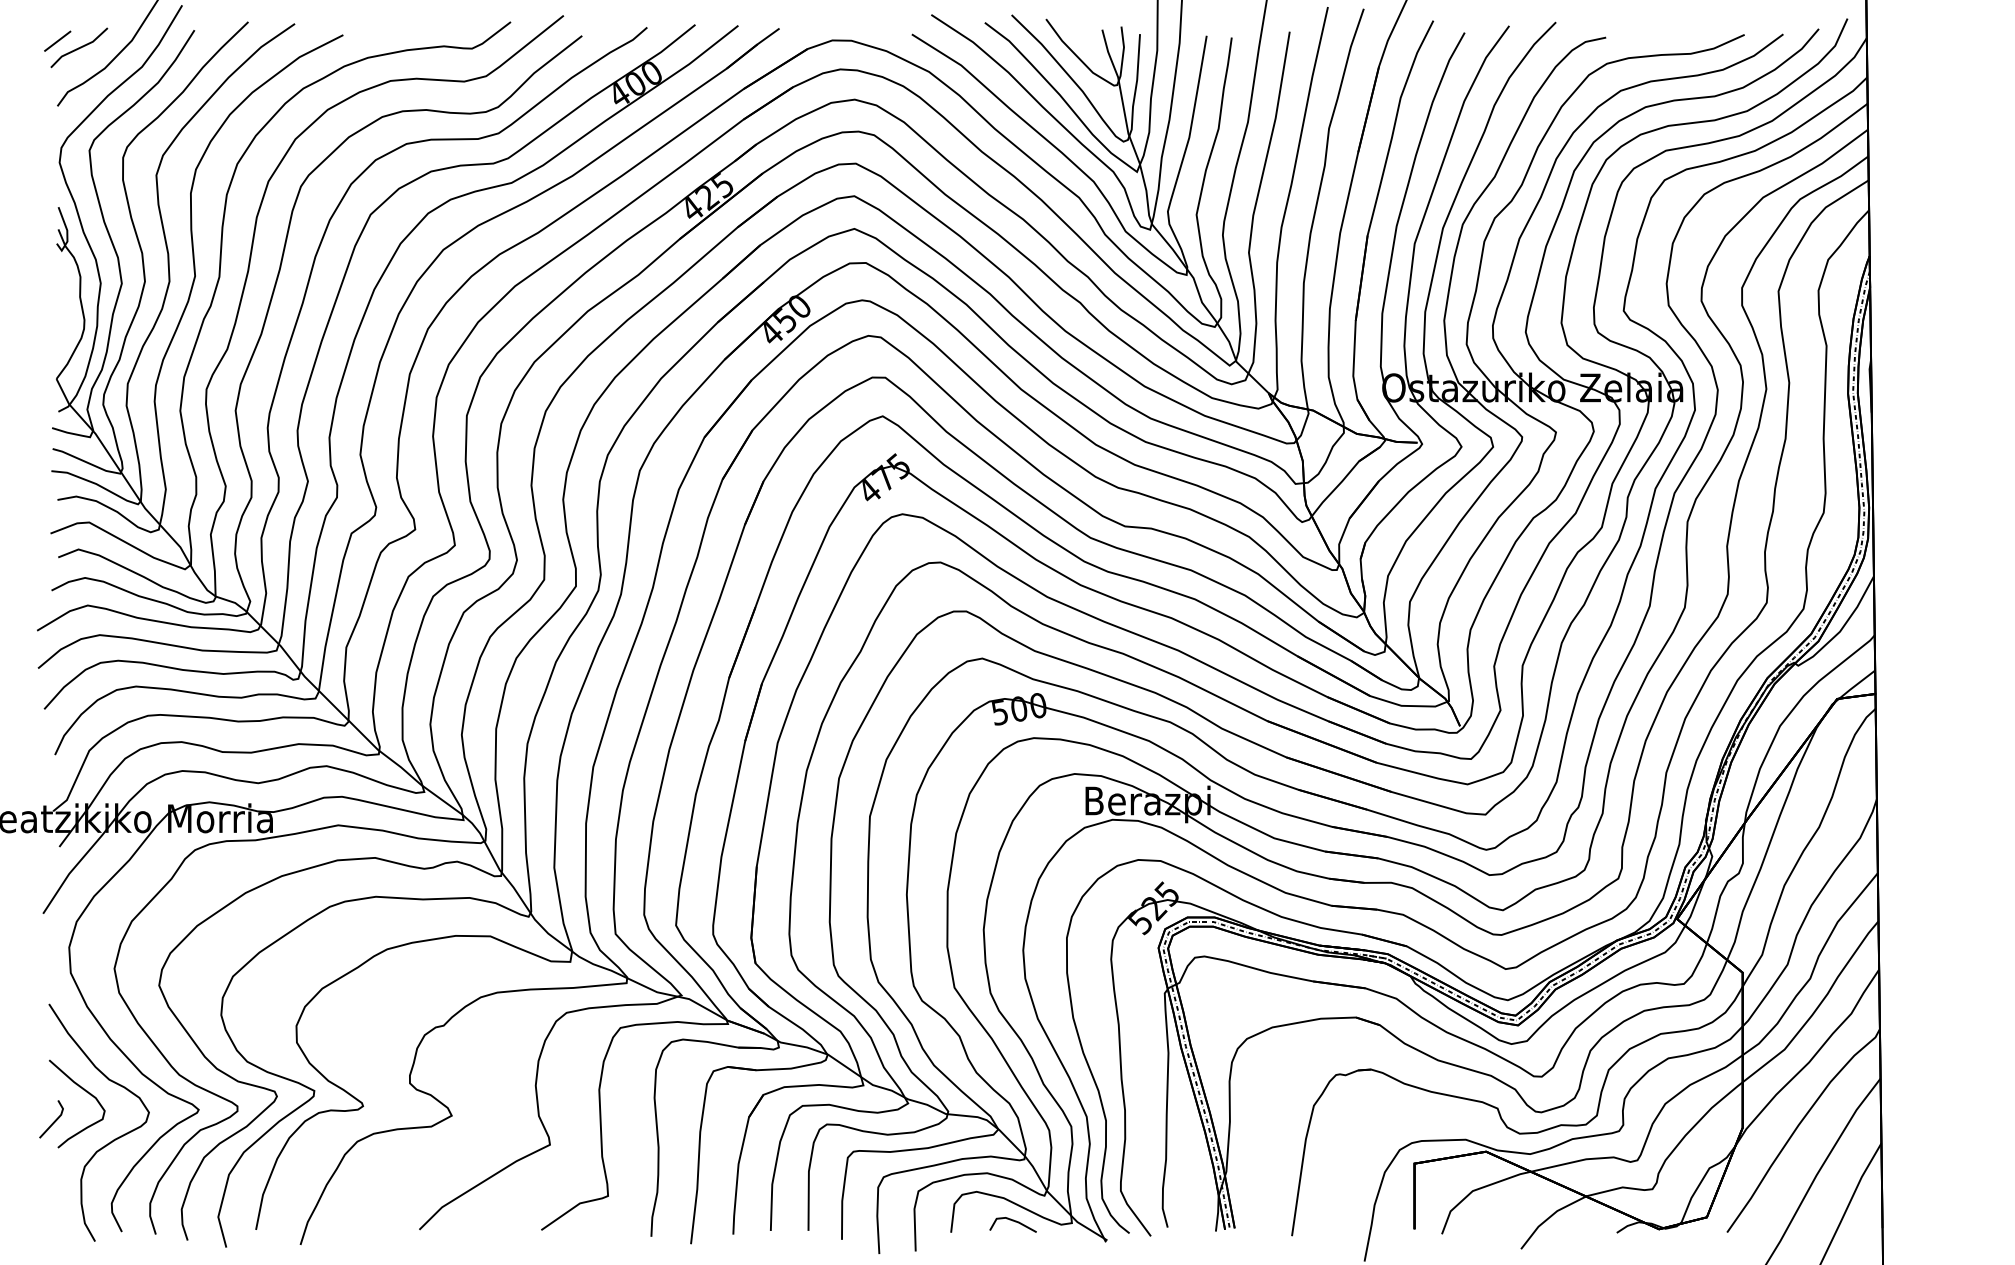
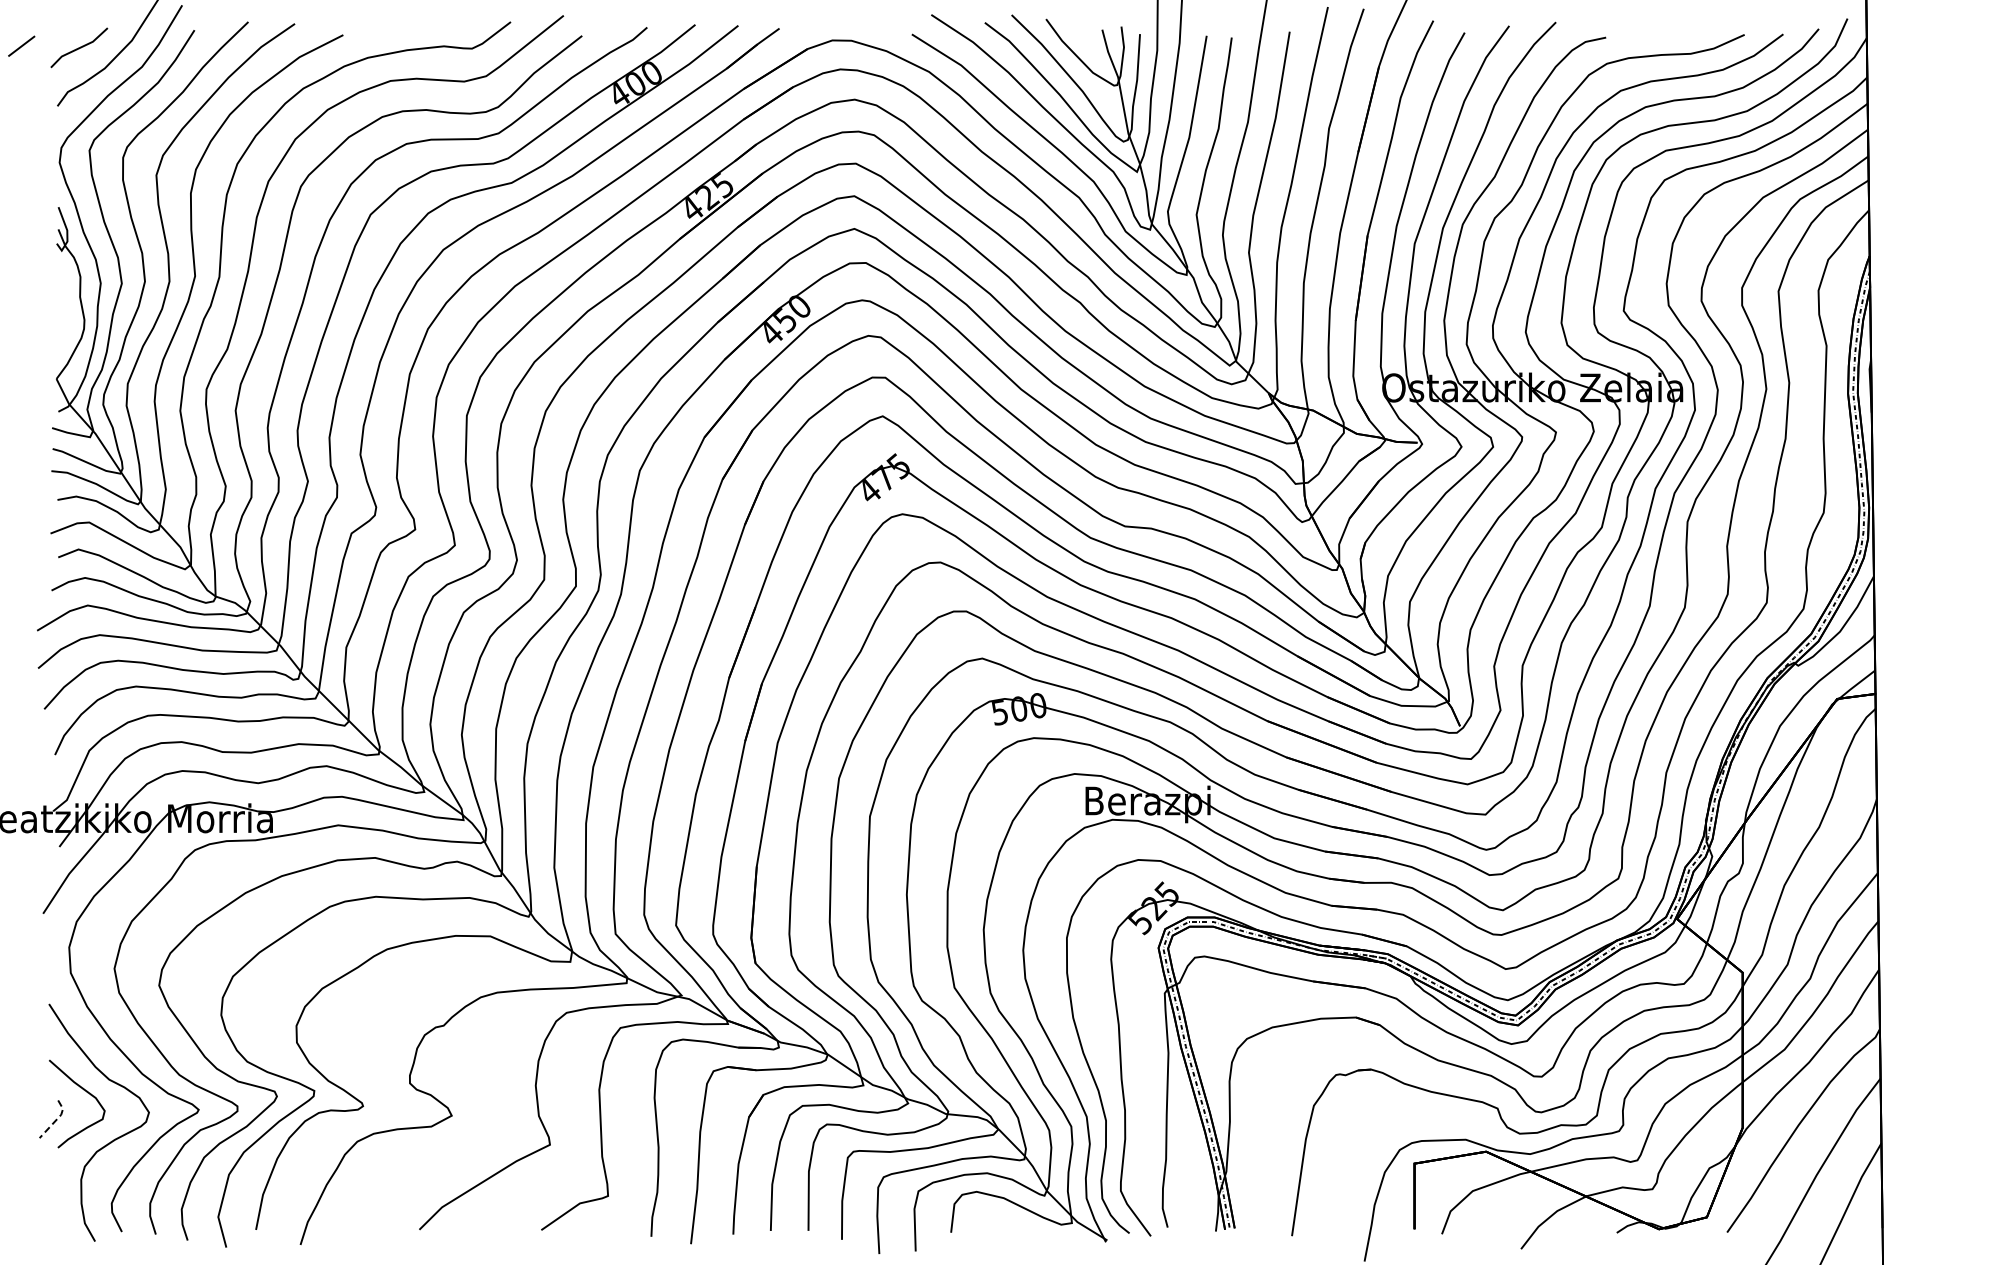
line at (57, 40) position: (57, 40) -> (21, 45)
line at (56, 1119): solid -> dashed
line at (1012, 1221): present -> none
